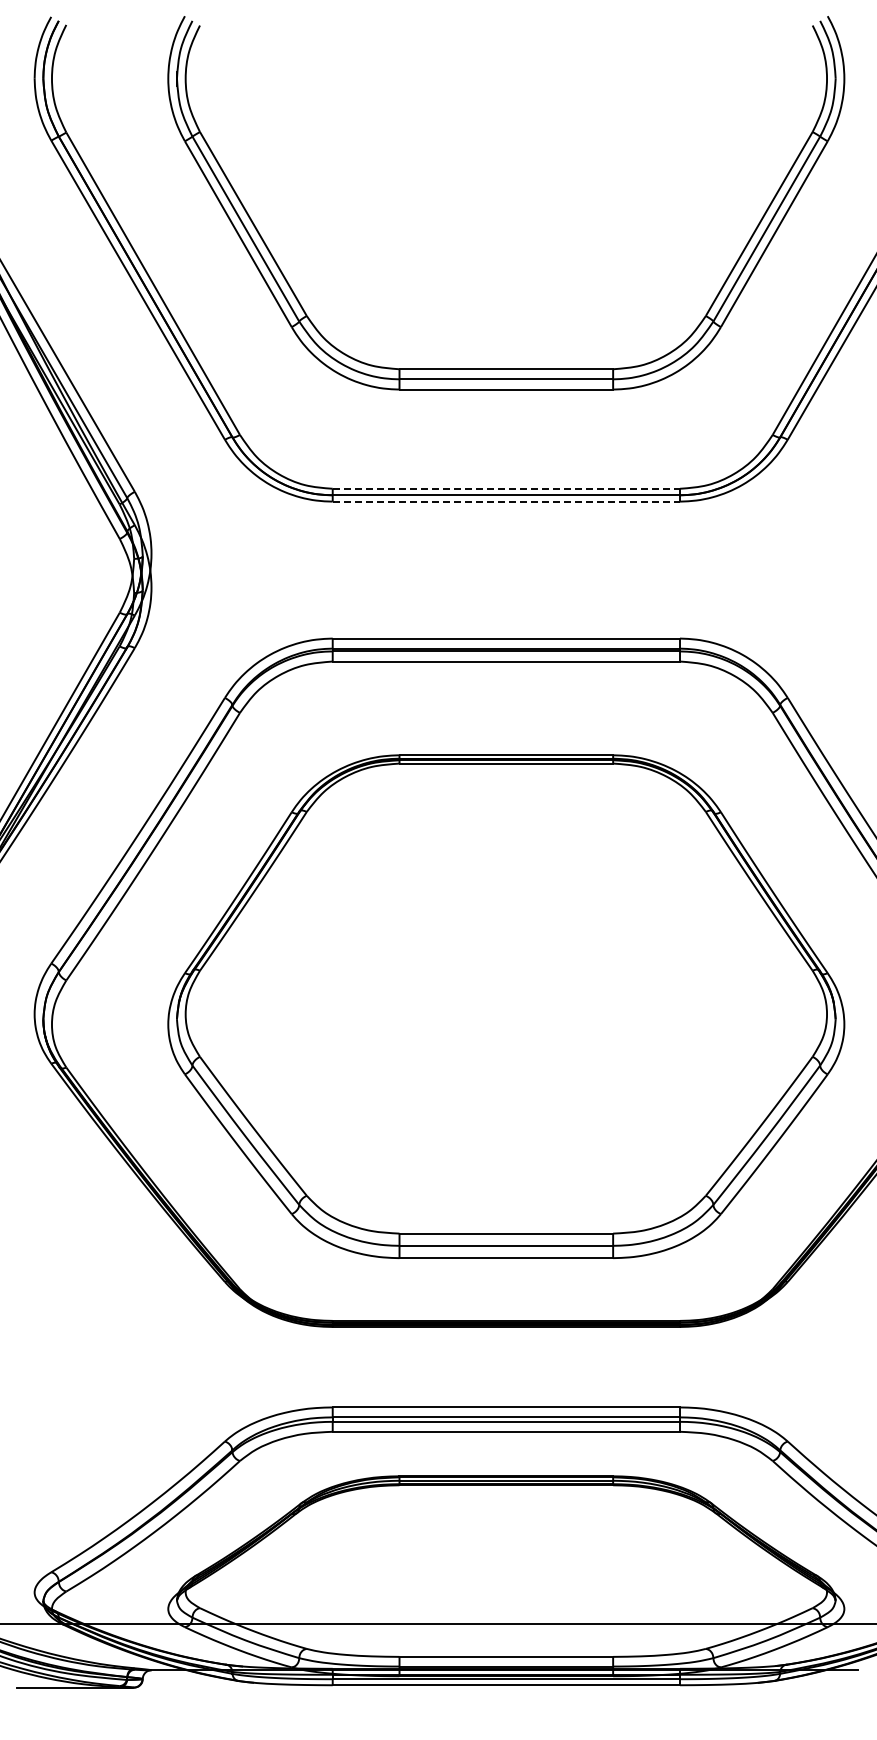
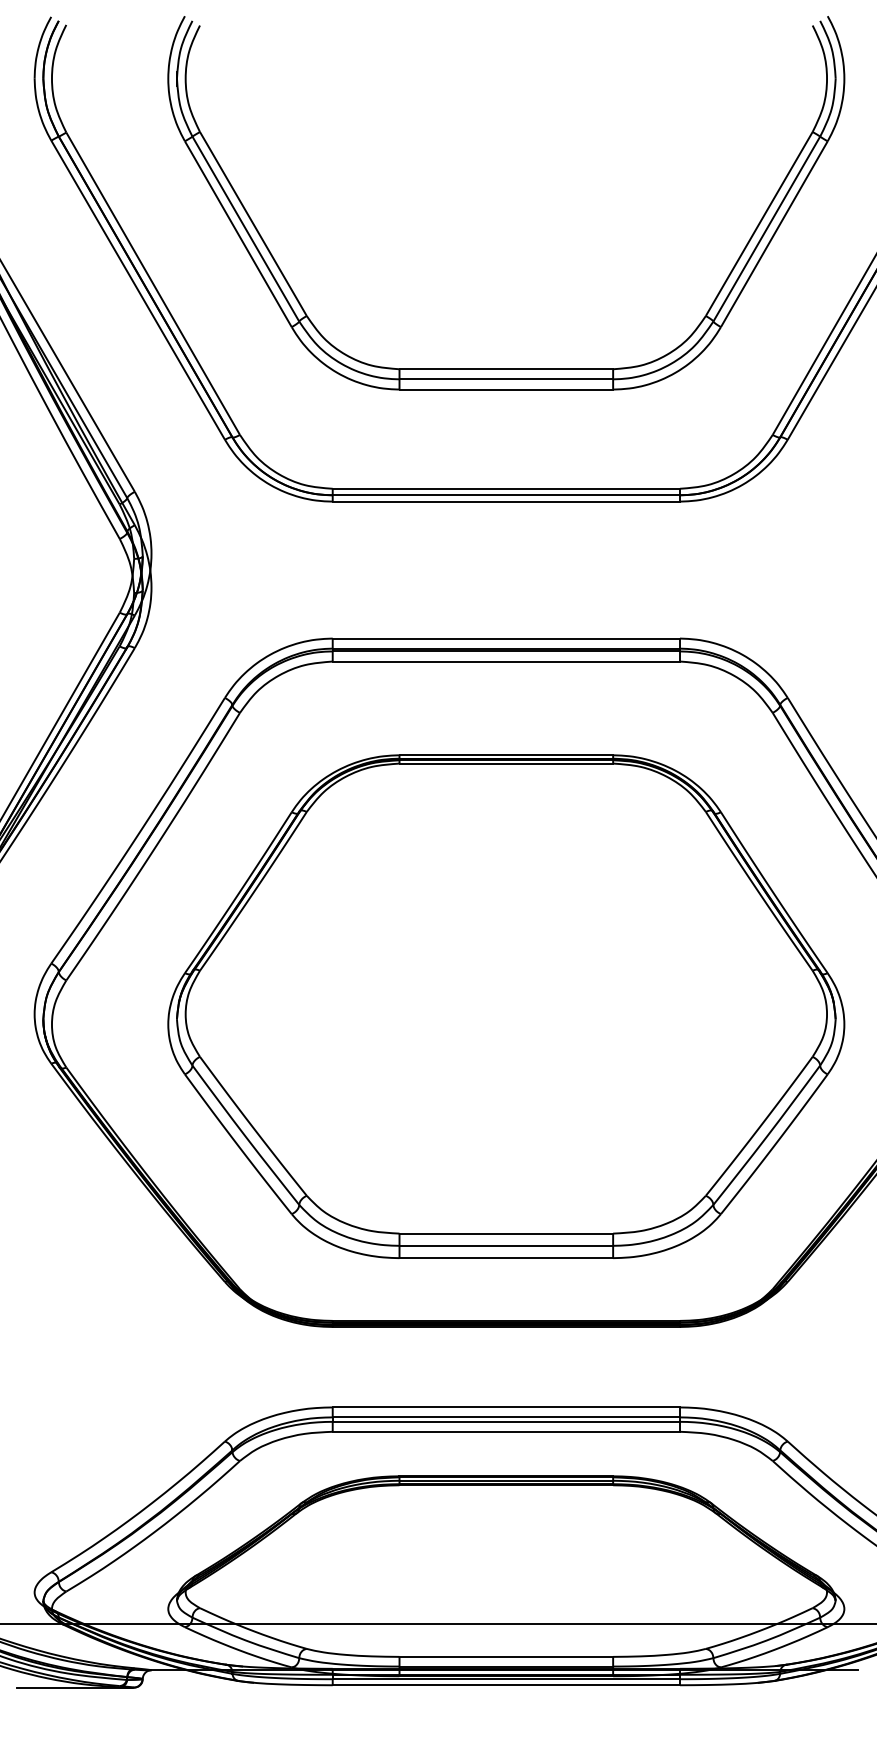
line at (506, 488): dashed -> solid
line at (506, 501): dashed -> solid
